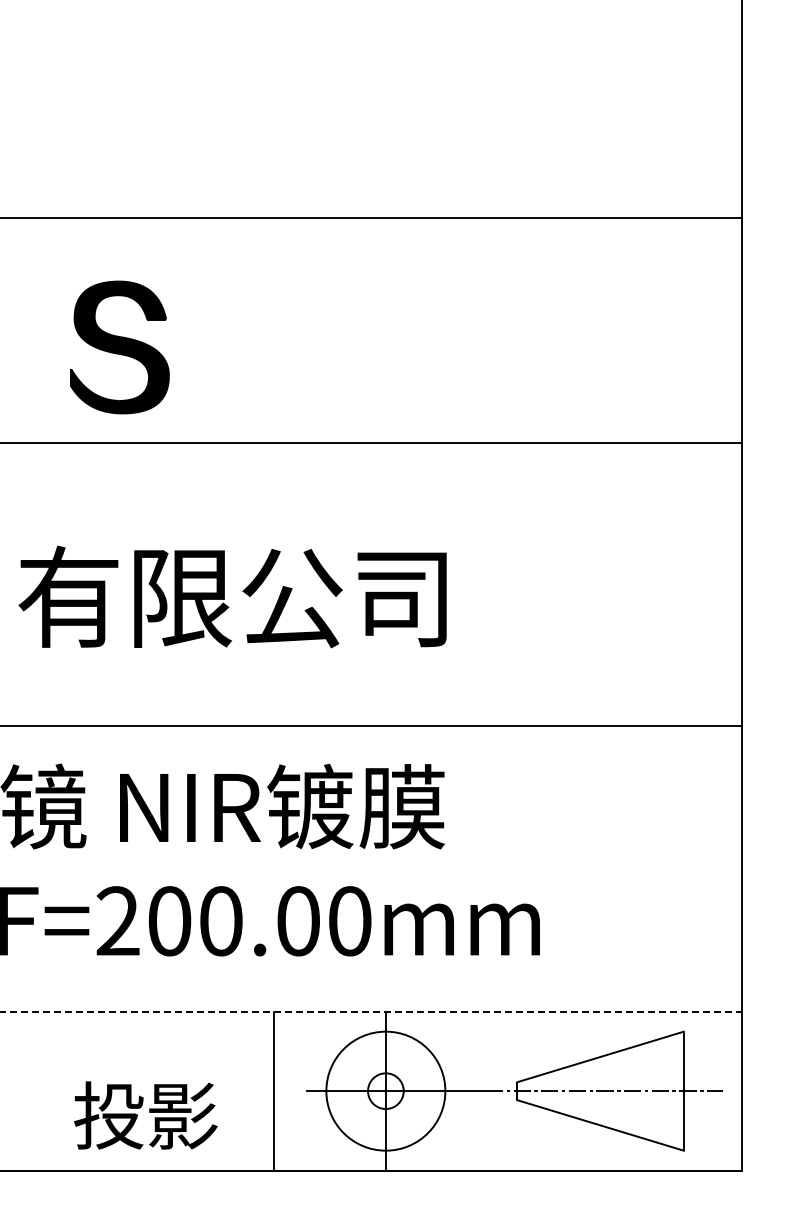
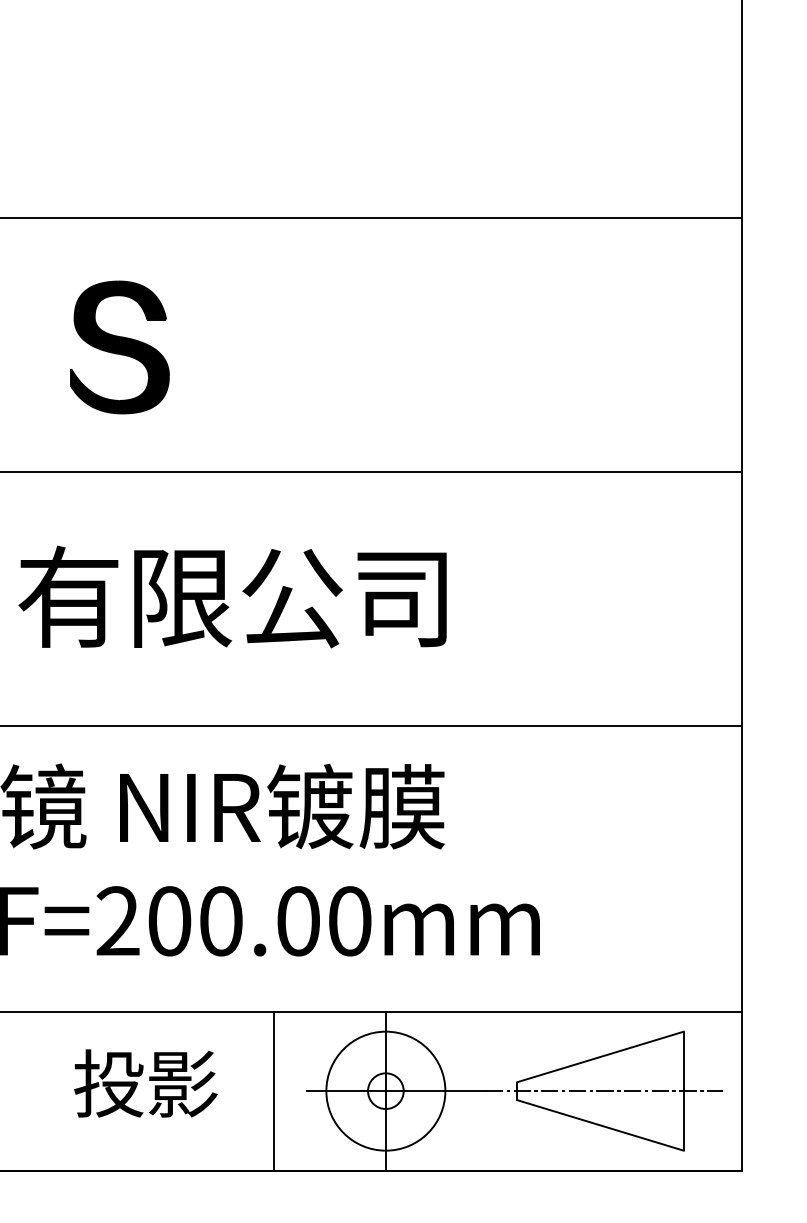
line at (371, 443) position: (371, 443) -> (371, 472)
line at (371, 1011): dashed -> solid
text at (145, 1115) position: (145, 1115) -> (145, 1083)
